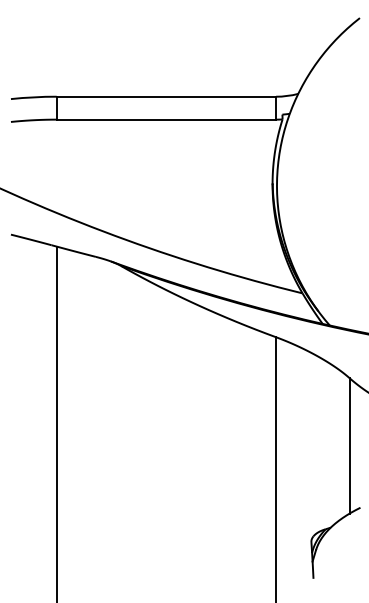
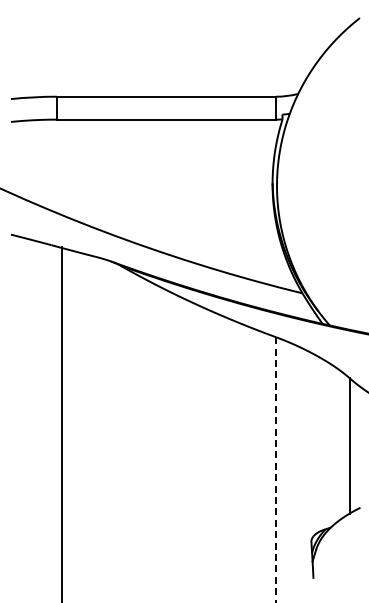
line at (56, 422) position: (56, 422) -> (61, 422)
line at (276, 470): solid -> dashed
